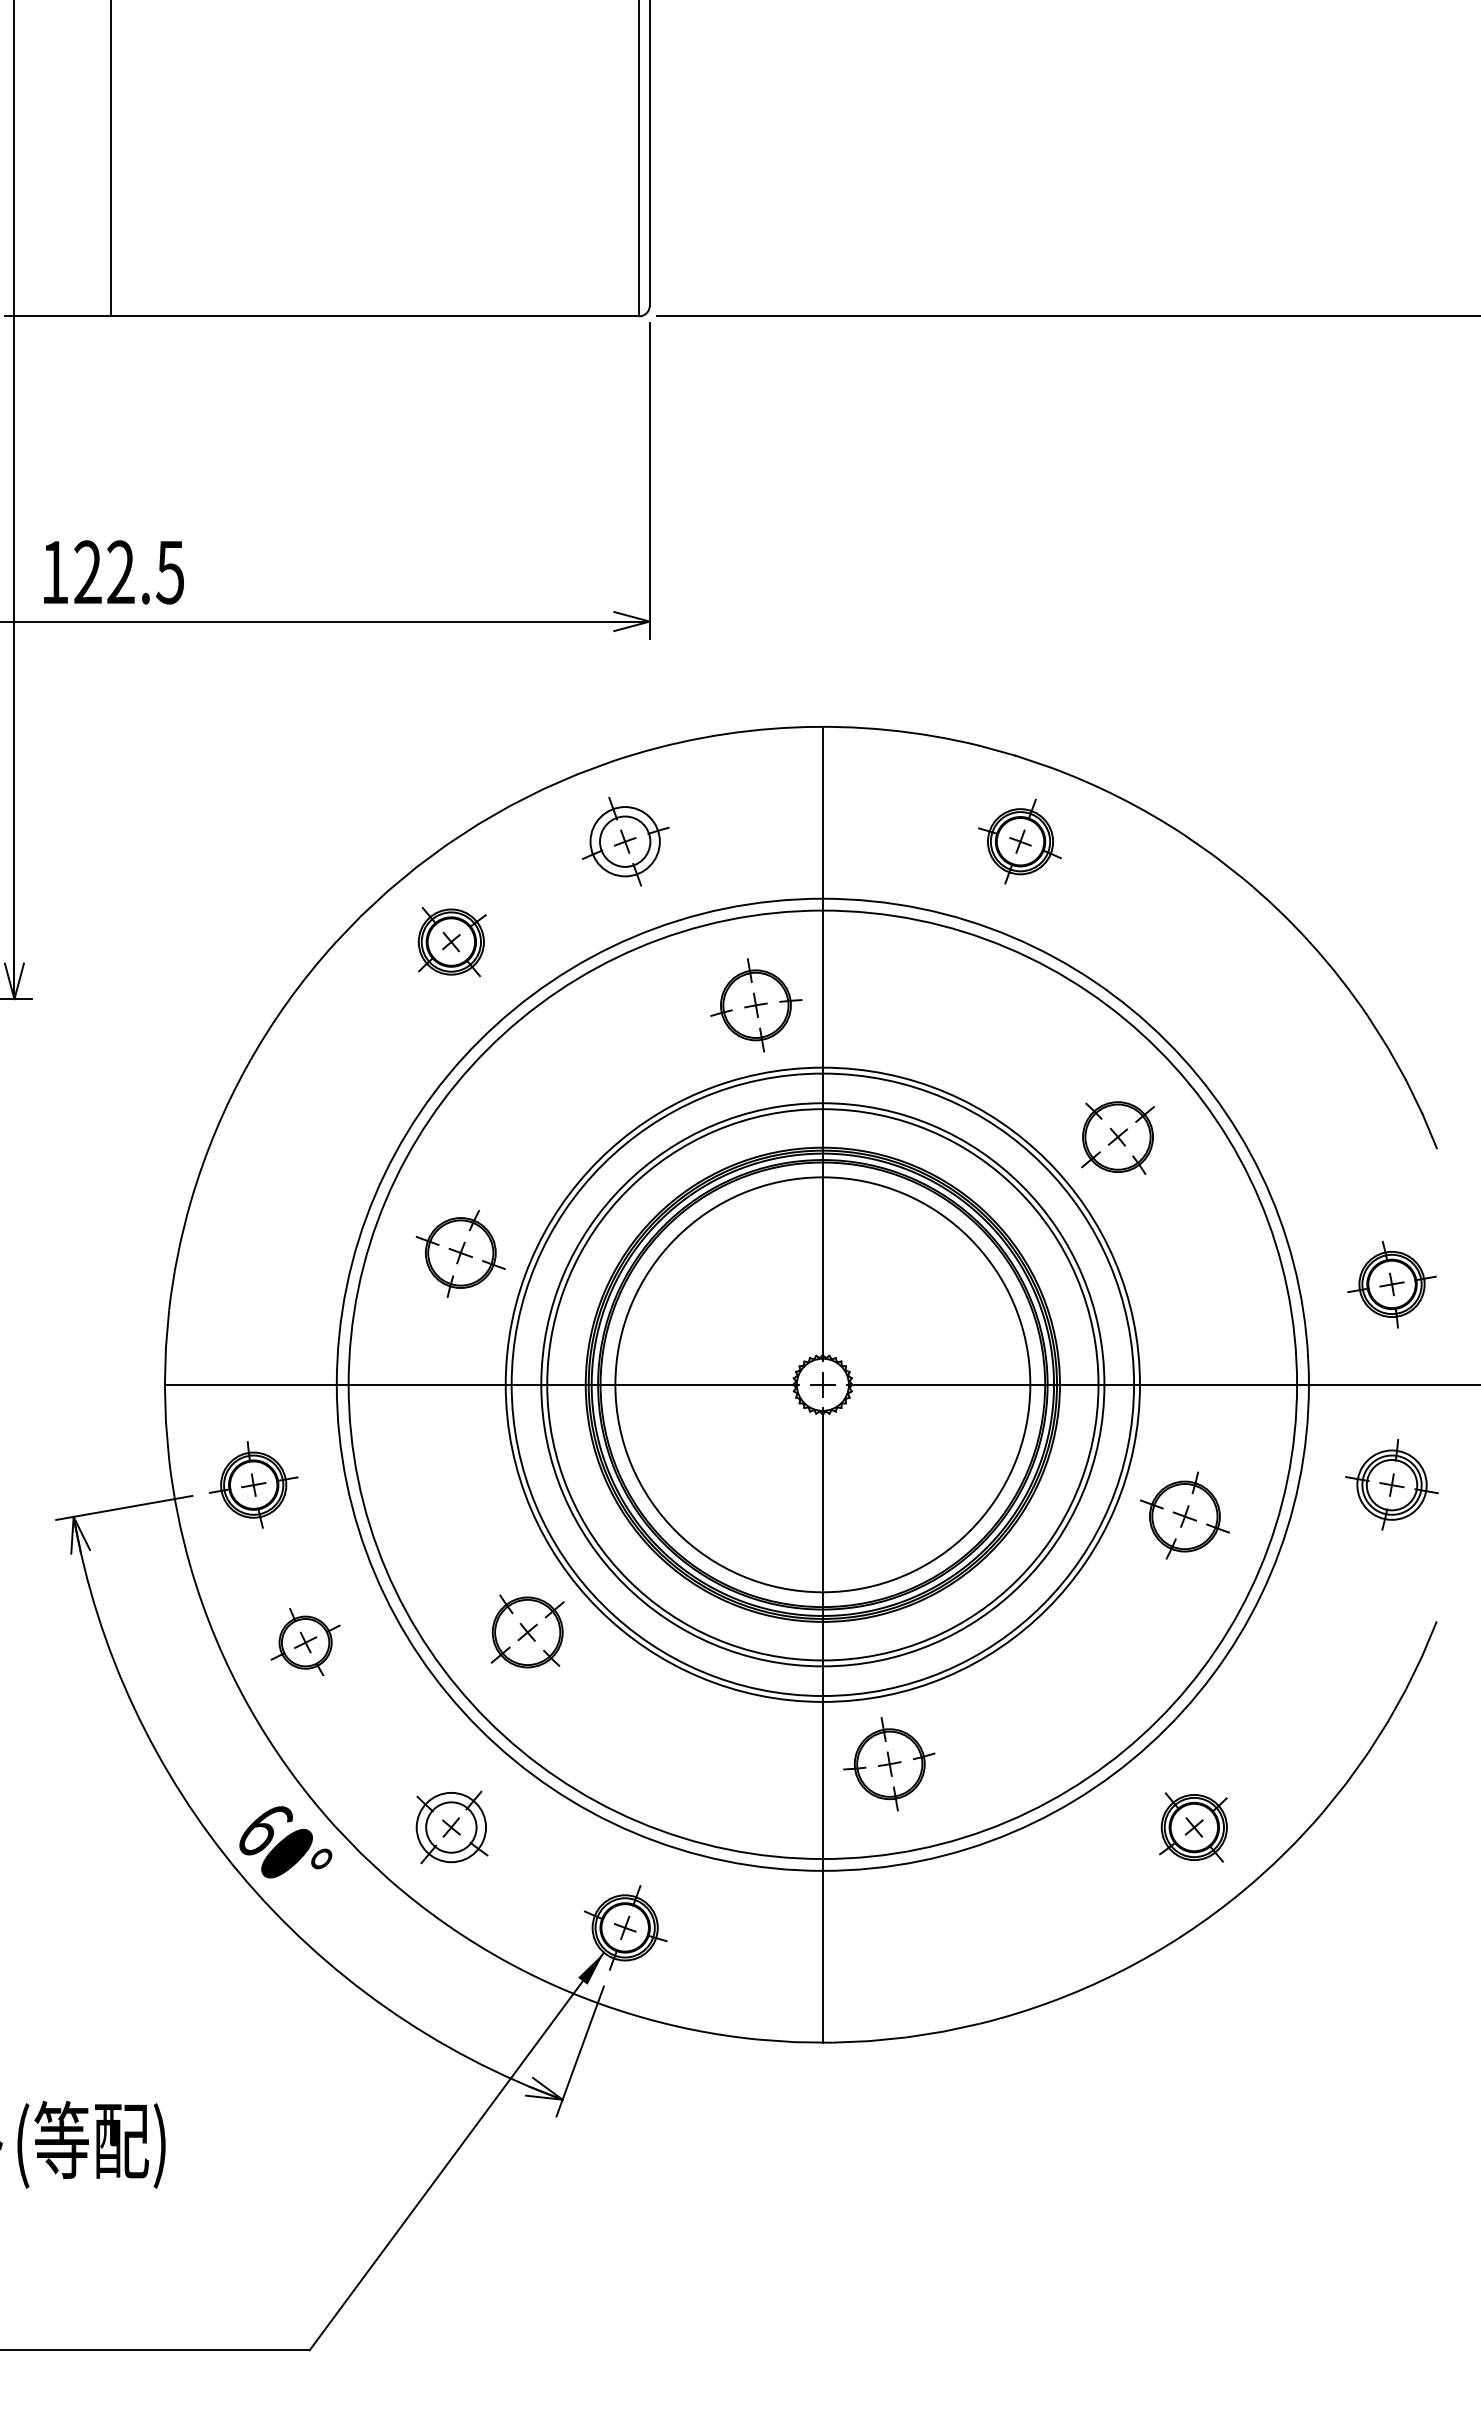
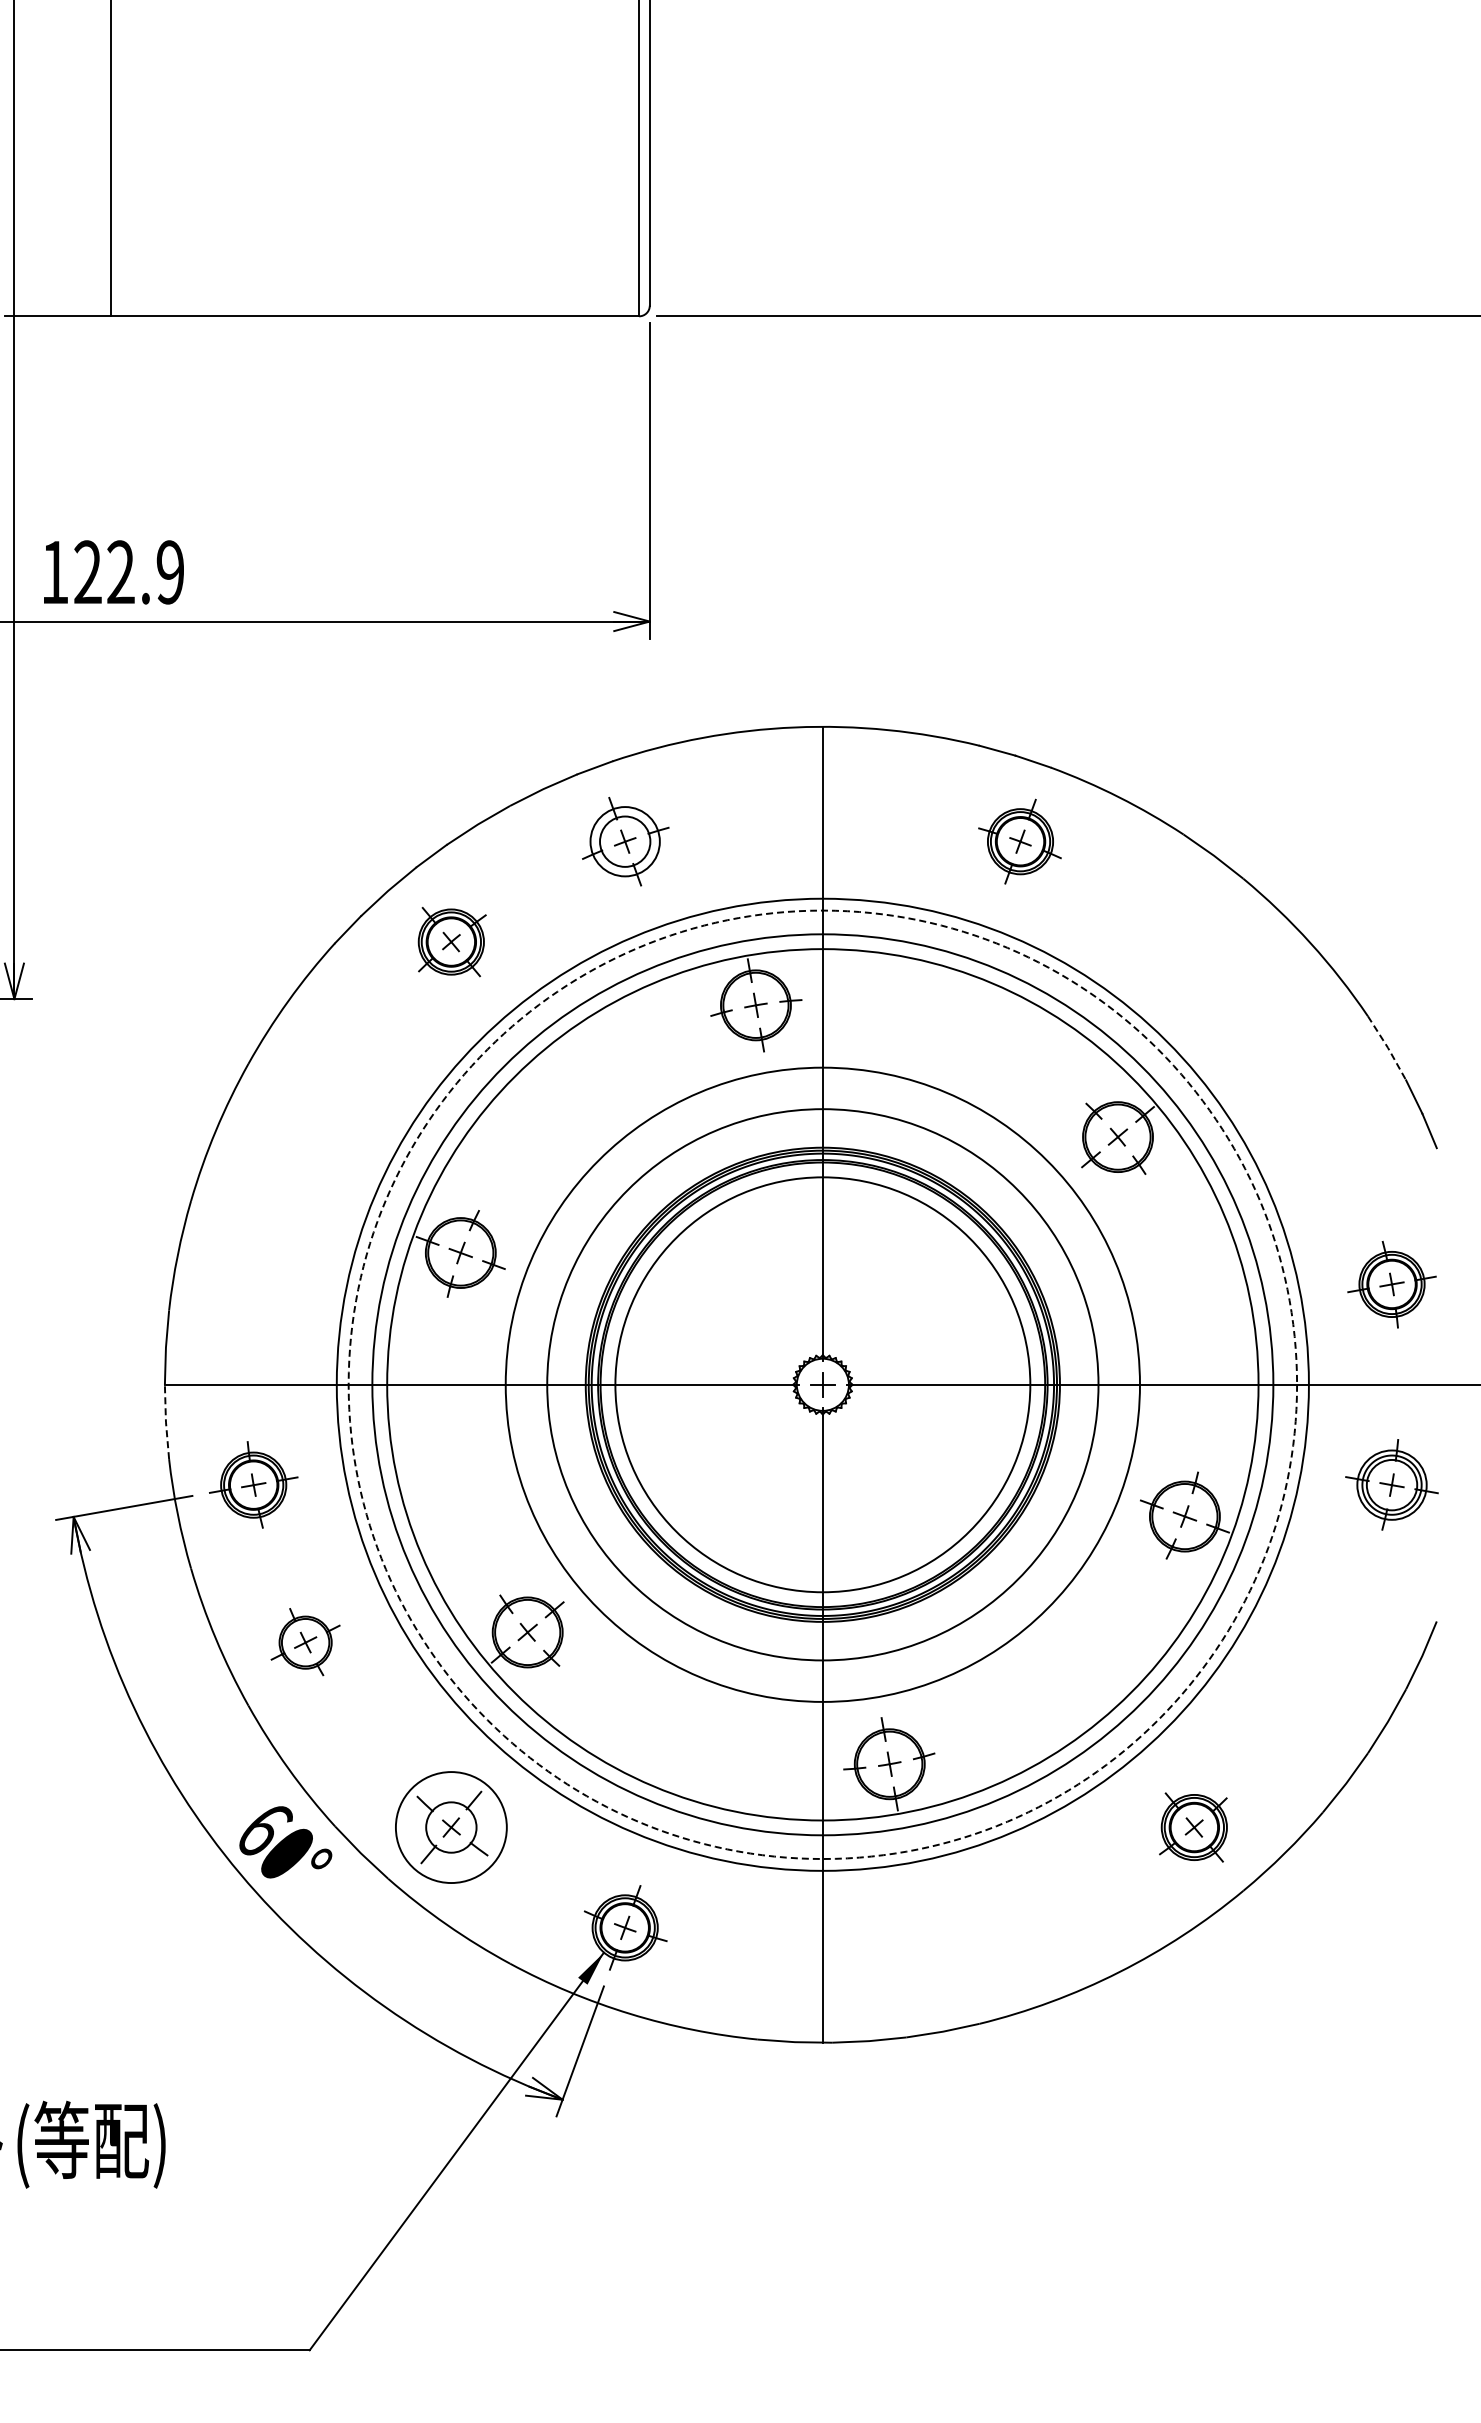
text at (169, 572): 122.5 -> 122.9
line at (1387, 1047): solid -> dashed
circle at (822, 1384) diameter: 563 px -> 901 px
circle at (822, 1384) diameter: 622 px -> 871 px
circle at (822, 1384): solid -> dashed
line at (165, 1422): solid -> dashed
circle at (451, 1827) diameter: 69 px -> 111 px
